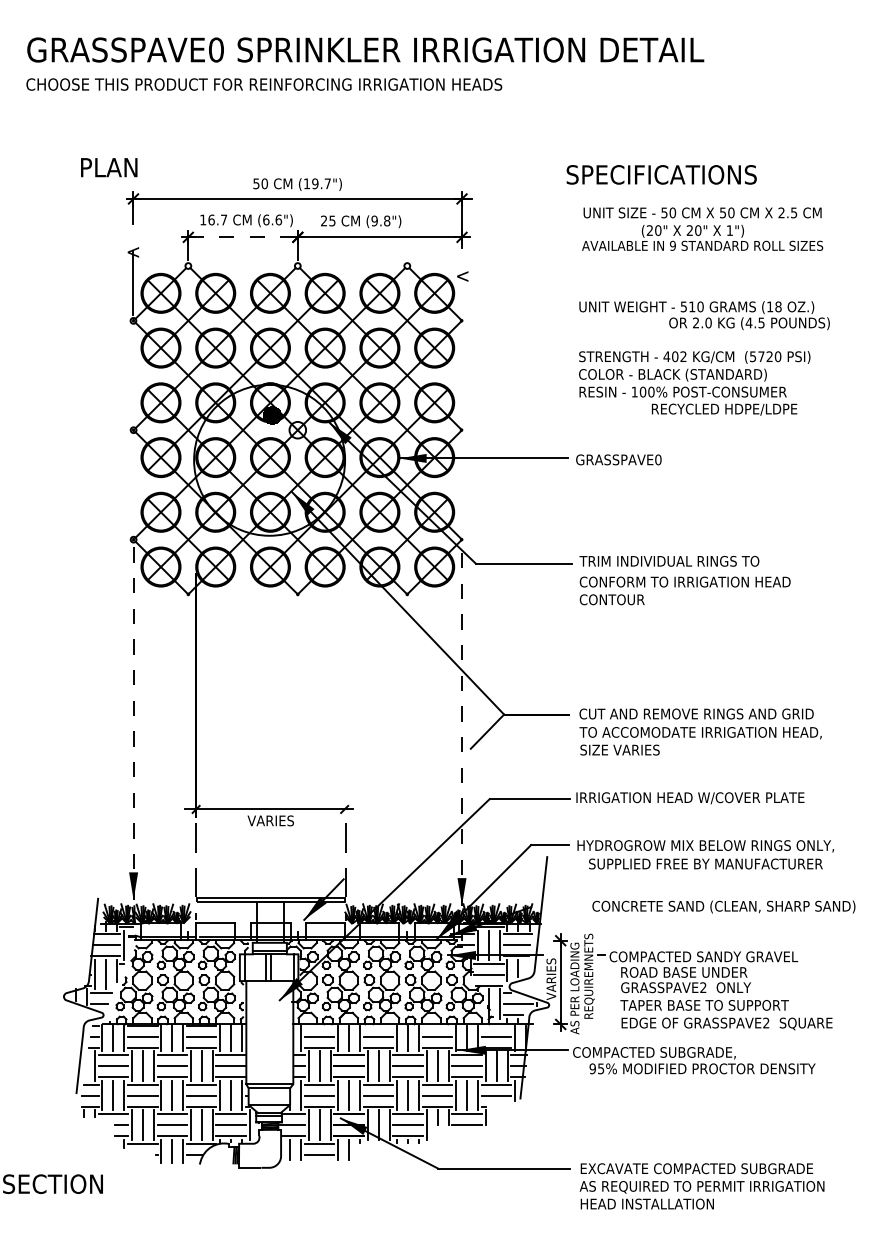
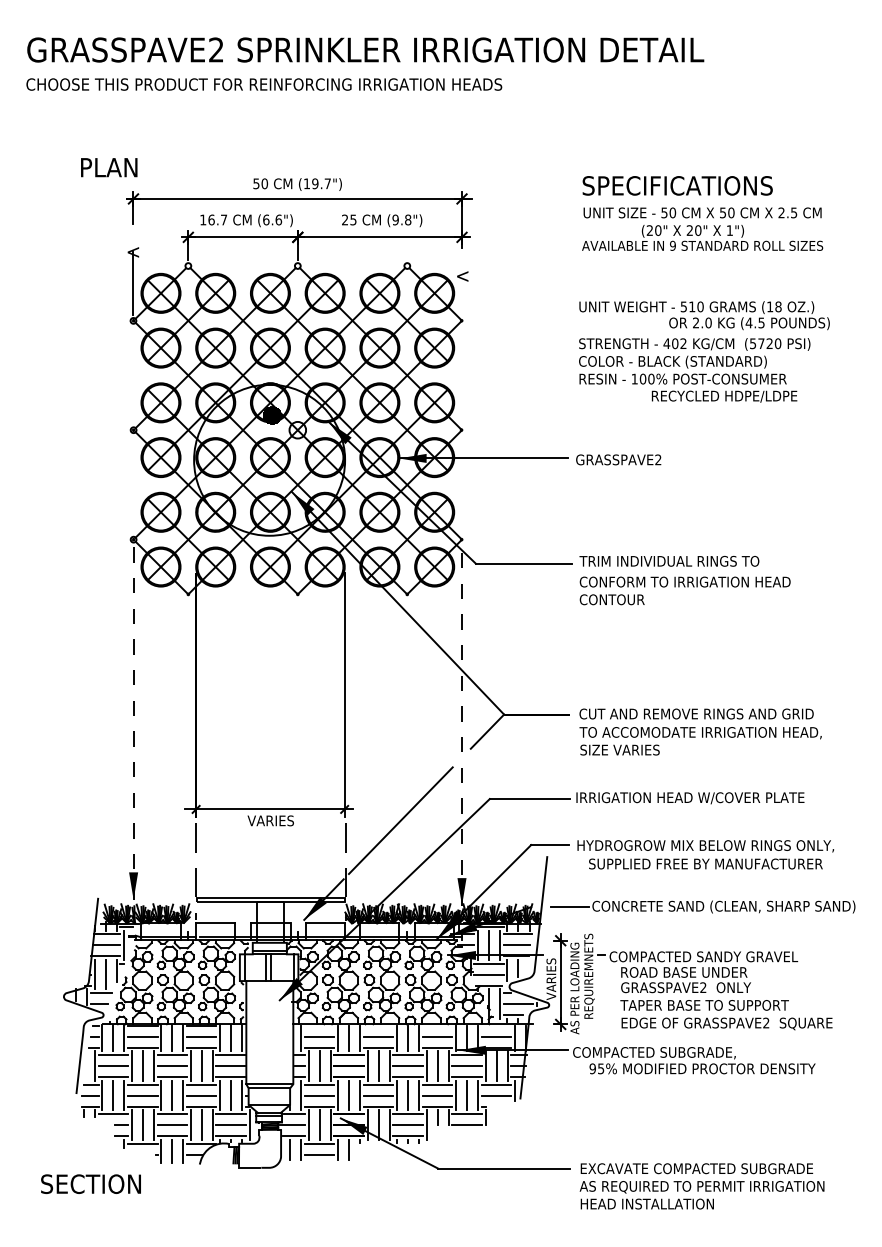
text at (216, 49): GRASSPAVE0 -> GRASSPAVE2
text at (661, 174) position: (661, 174) -> (677, 185)
text at (361, 221) position: (361, 221) -> (382, 220)
line at (243, 237): dashed -> solid
text at (694, 383) position: (694, 383) -> (694, 370)
text at (658, 459): GRASSPAVE0 -> GRASSPAVE2
line at (344, 694): none -> present
line at (400, 820): none -> present
line at (569, 907): none -> present
text at (52, 1183) position: (52, 1183) -> (90, 1183)
